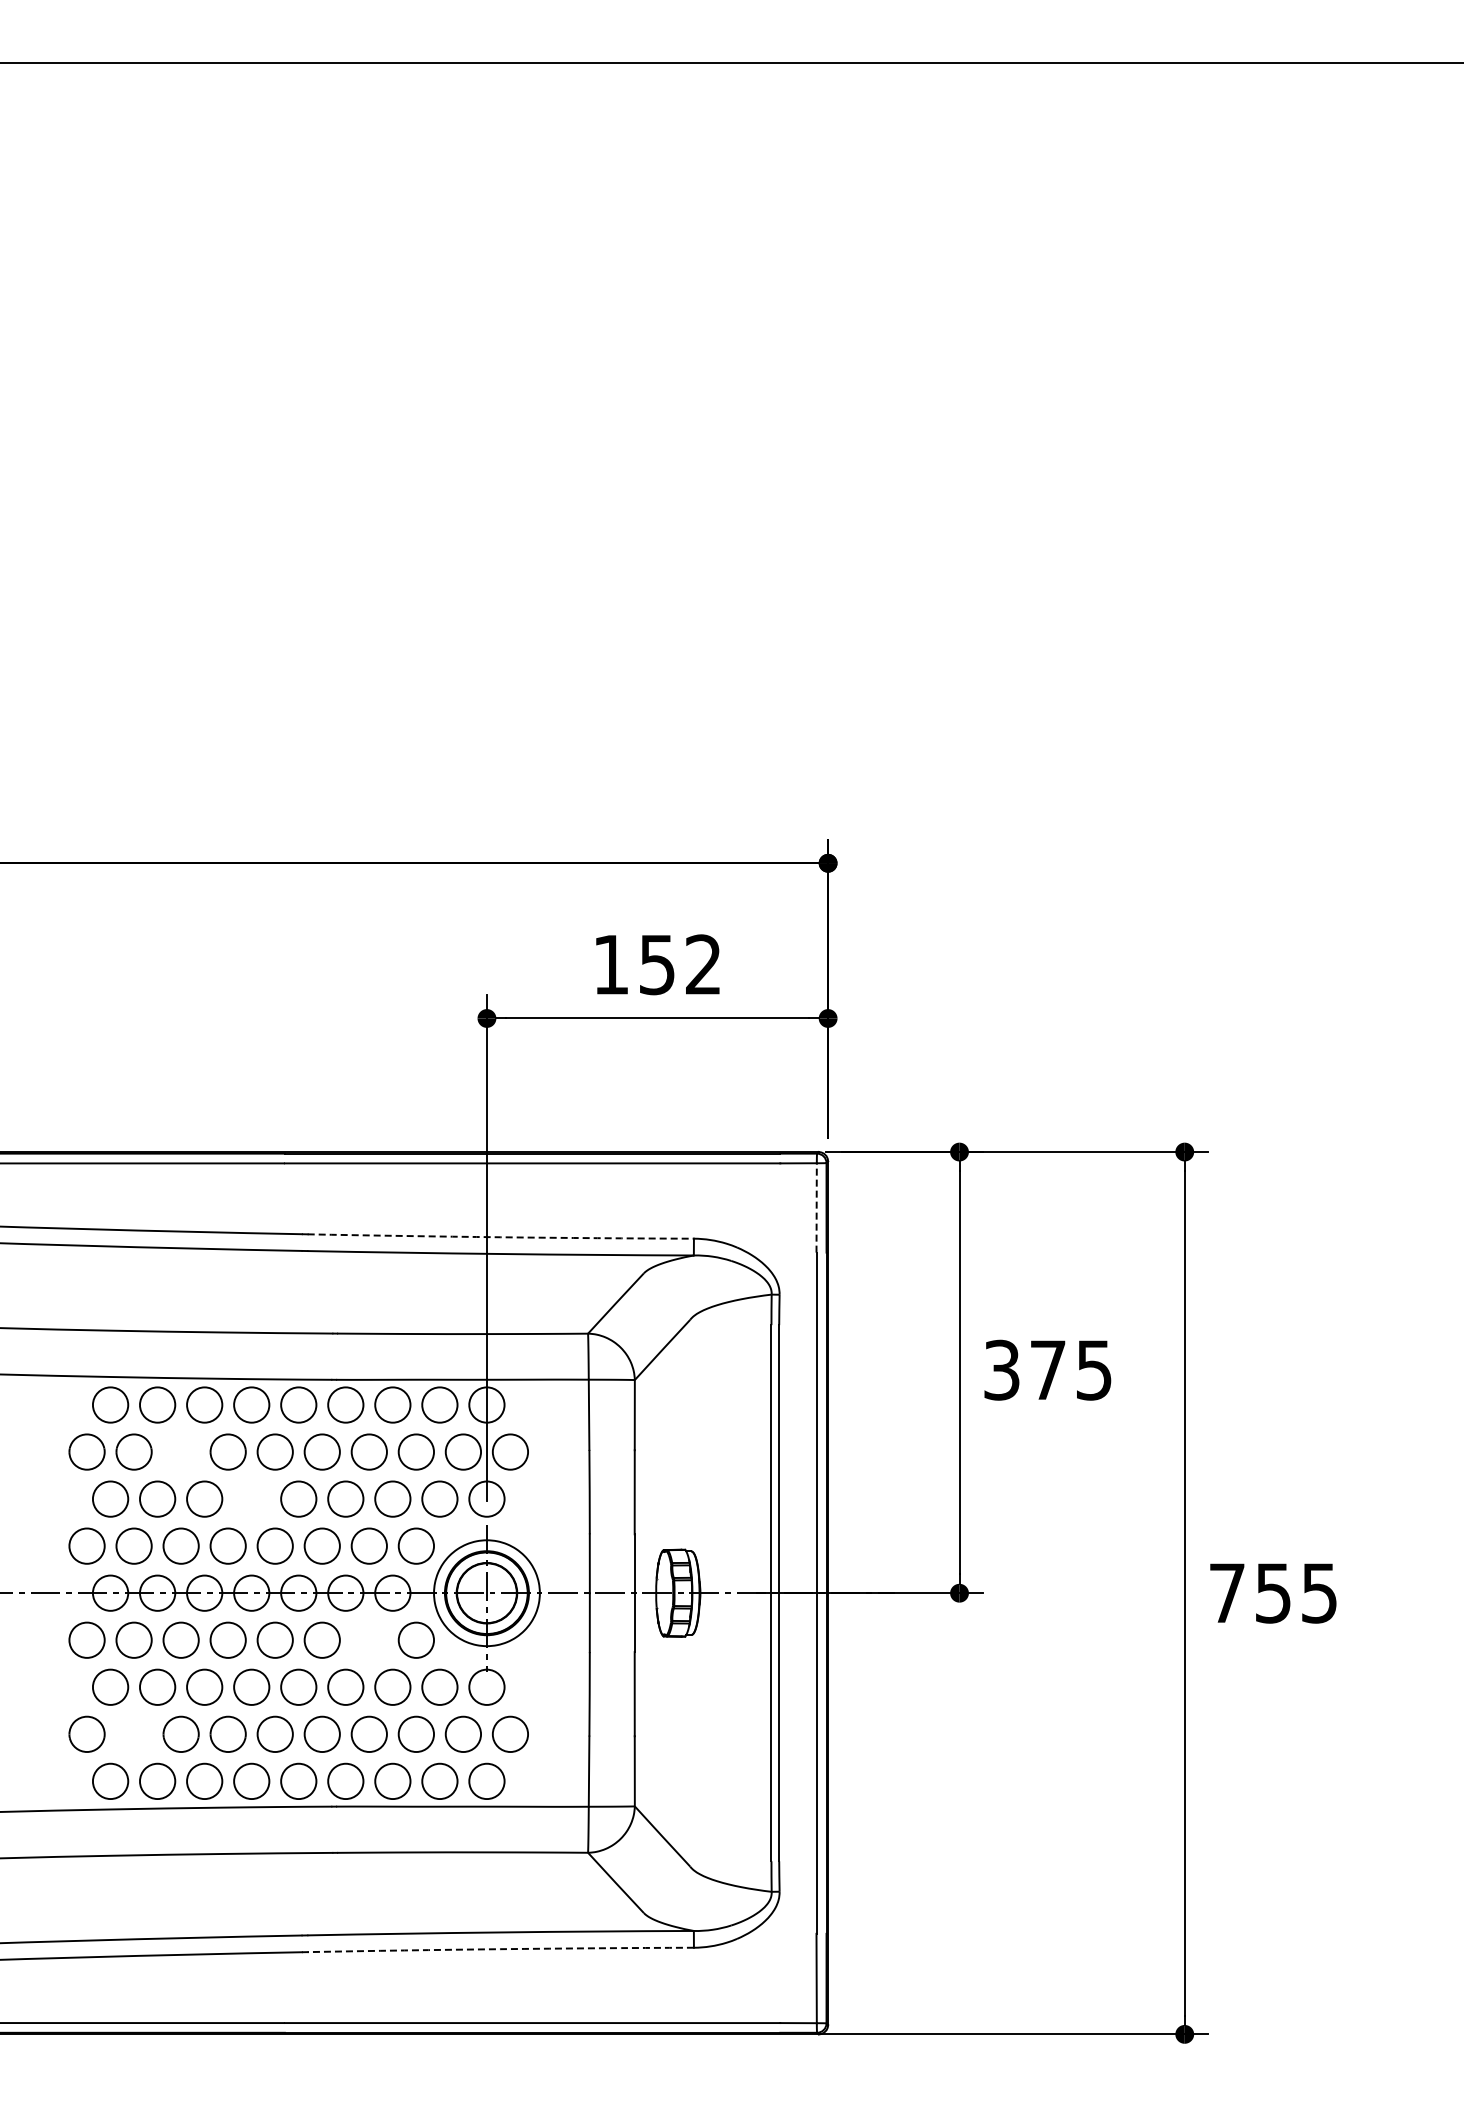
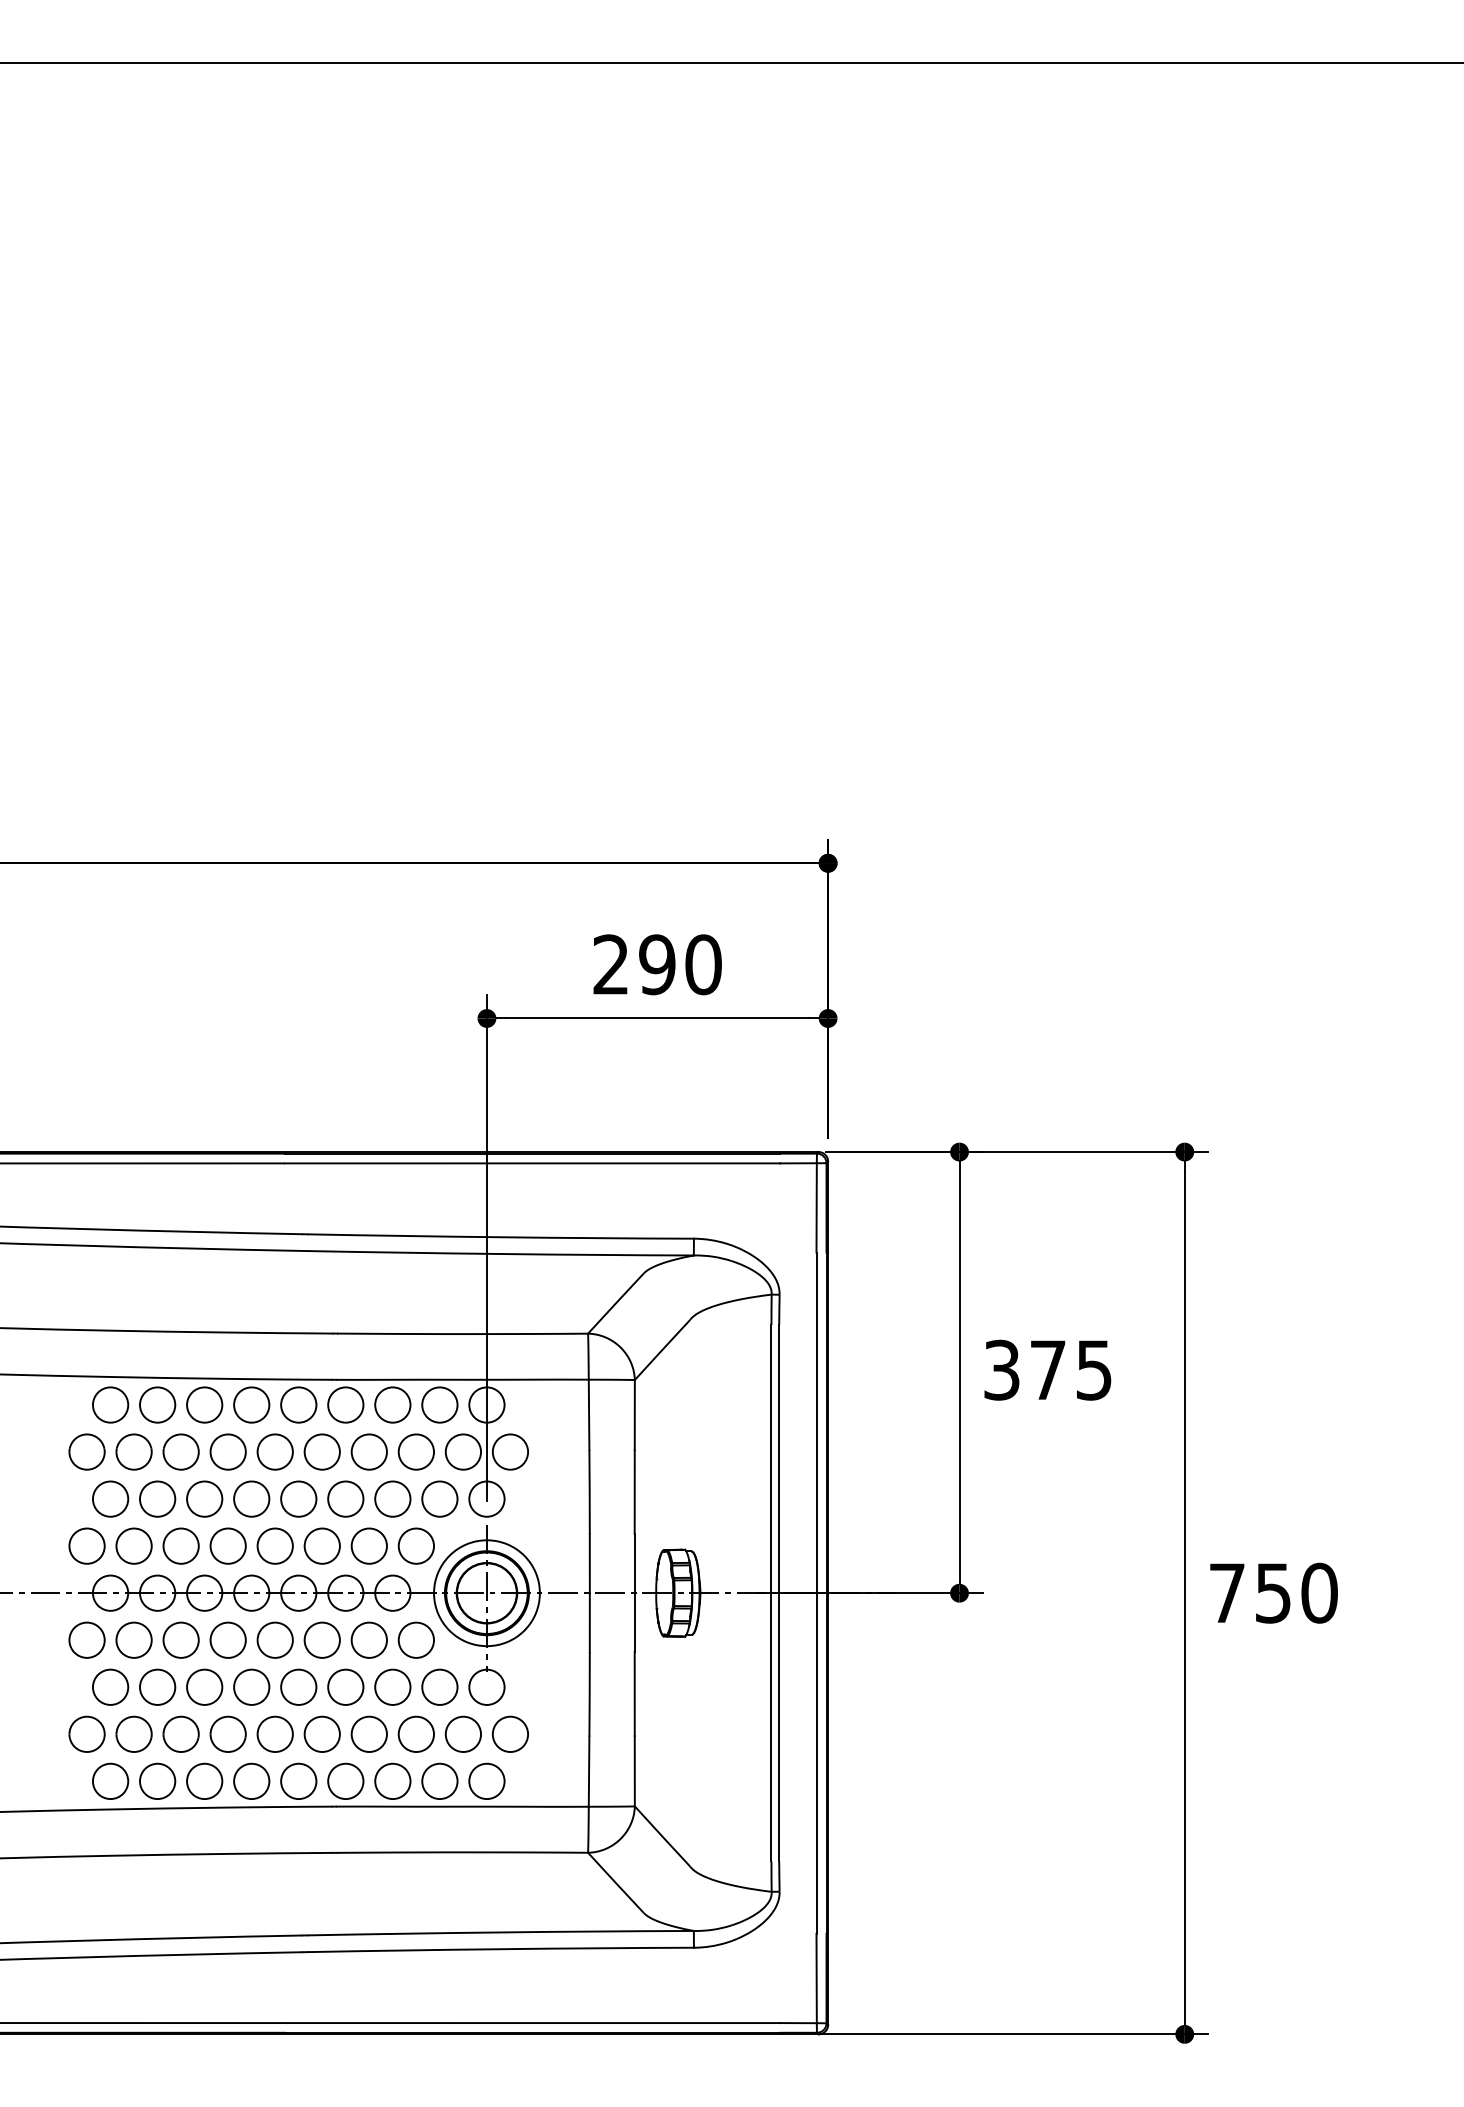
text at (657, 964): 152 -> 290
line at (816, 1207): dashed -> solid
arc at (500, 1237): dashed -> solid
part at (180, 1451): none -> present
part at (251, 1498): none -> present
text at (1319, 1592): 755 -> 750
part at (368, 1639): none -> present
part at (133, 1733): none -> present
arc at (500, 1949): dashed -> solid
